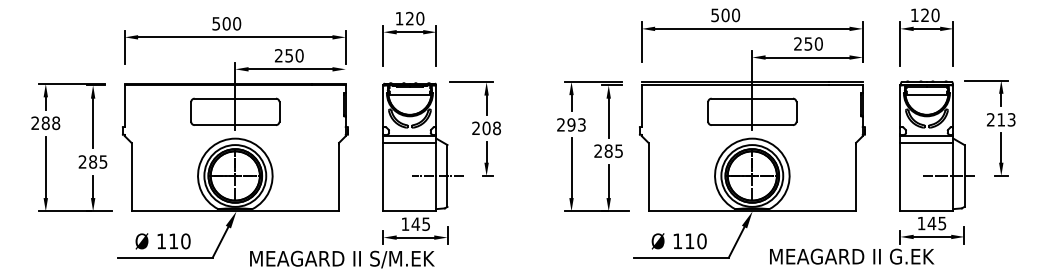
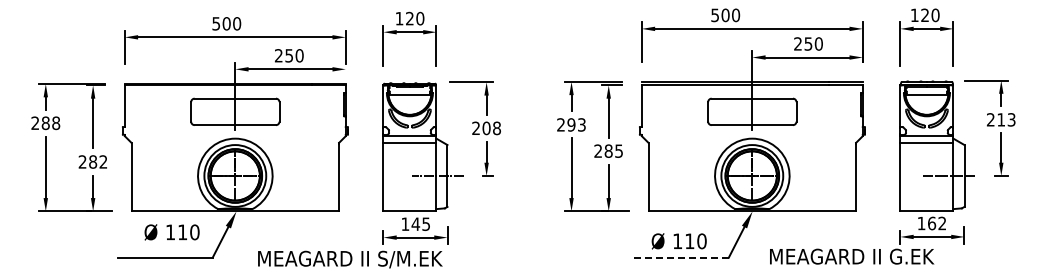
text at (103, 161): 285 -> 282
text at (936, 223): 145 -> 162
text at (162, 241) position: (162, 241) -> (171, 232)
line at (681, 257): solid -> dashed
text at (342, 259) position: (342, 259) -> (350, 259)
